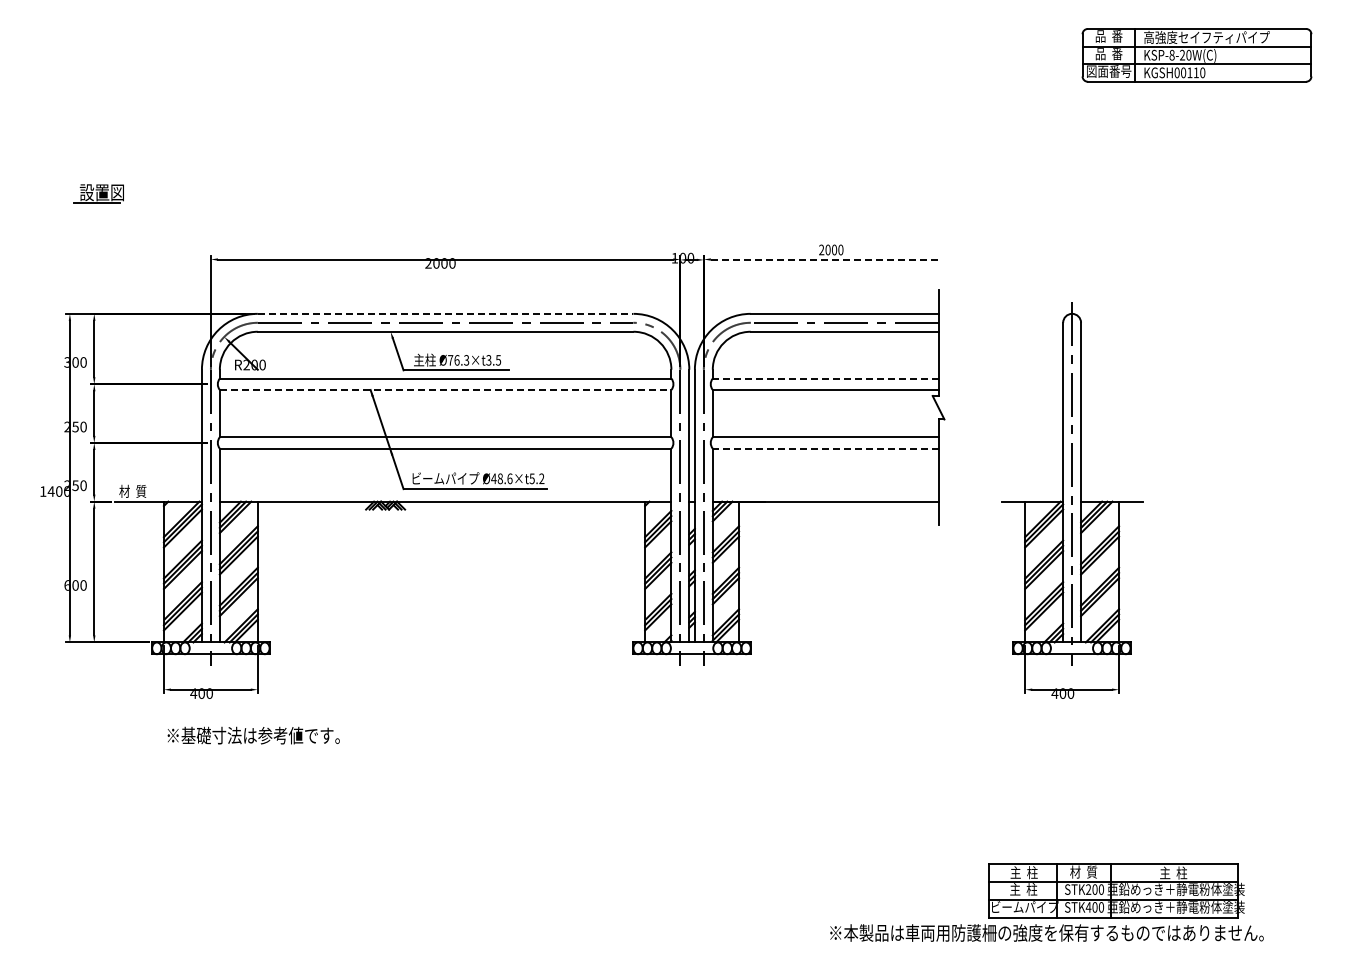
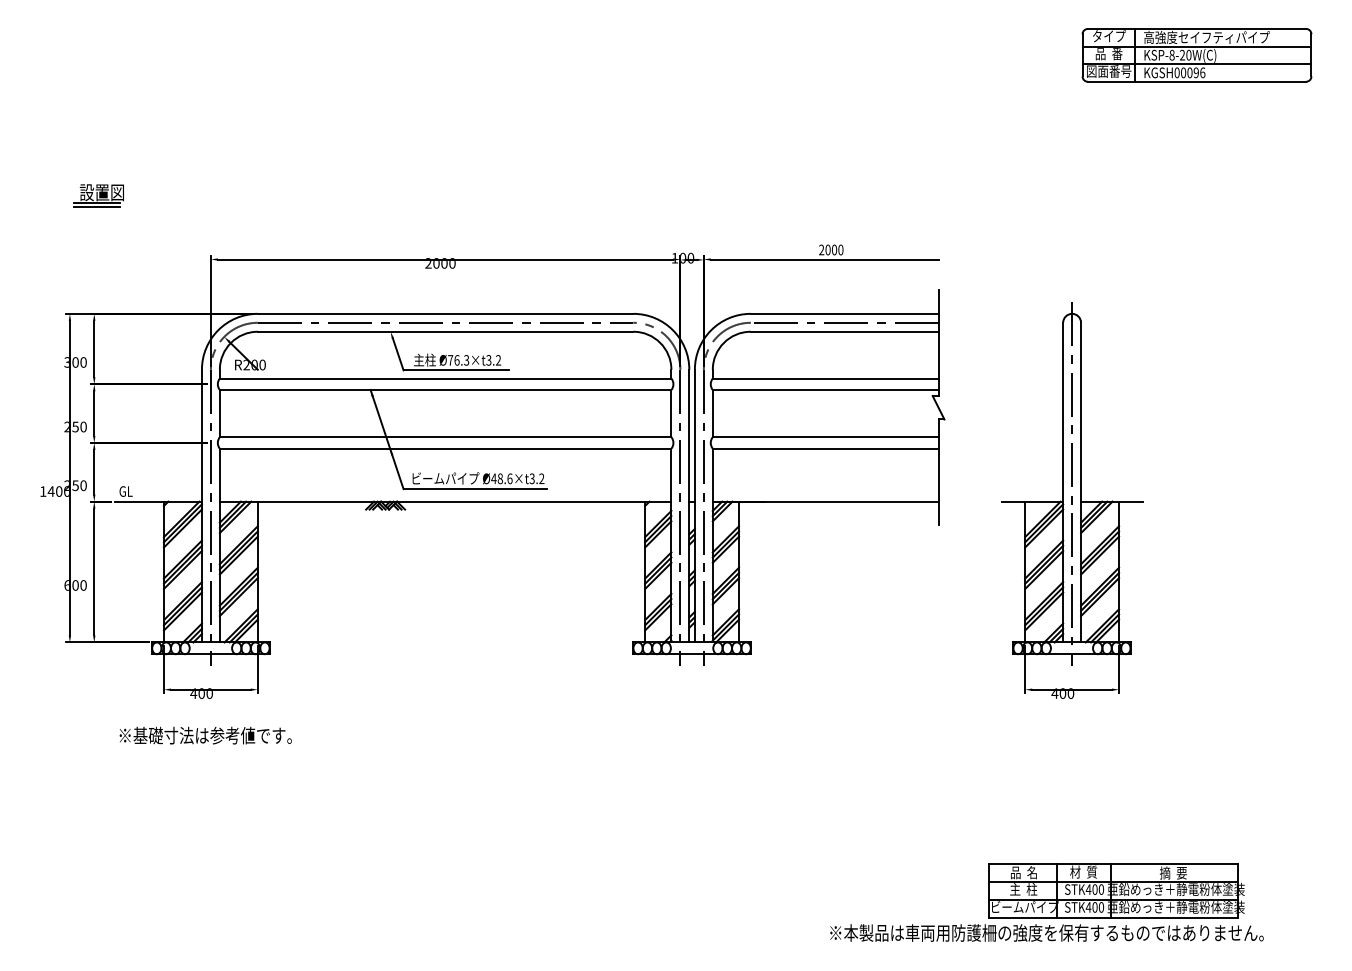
text at (1109, 36): 品  番 -> タイプ
text at (1196, 72): KGSH00110 -> KGSH00096
line at (97, 206): none -> present
line at (824, 259): dashed -> solid
line at (445, 313): dashed -> solid
text at (498, 360): Ø76.3×t3.5 -> Ø76.3×t3.2
line at (825, 378): dashed -> solid
line at (445, 389): dashed -> solid
line at (825, 448): dashed -> solid
text at (532, 477): Ø48.6×t5.2 -> Ø48.6×t3.2
text at (132, 490): 材  質 -> GL
text at (253, 735) position: (253, 735) -> (205, 735)
text at (1023, 872): 主  柱 -> 品  名
text at (1173, 872): 主  柱 -> 摘  要
text at (1088, 889): STK200 -> STK400
